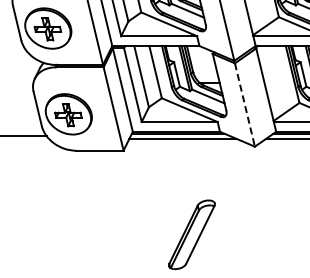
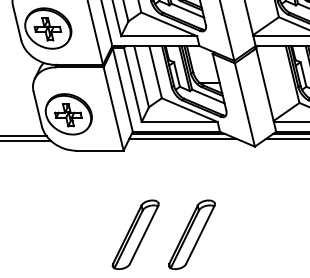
line at (244, 105): dashed -> solid
line at (26, 140): none -> present
part at (135, 234): none -> present
